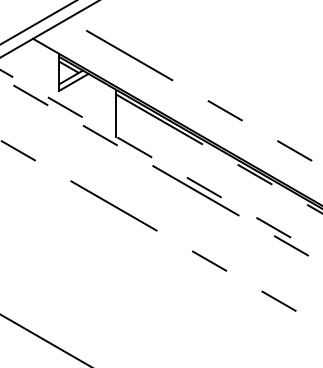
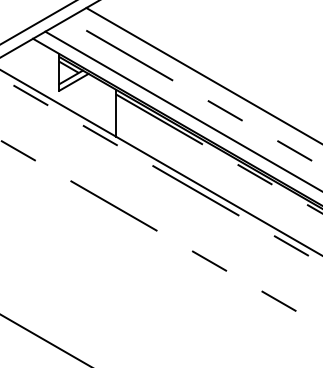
line at (202, 75): none -> present
line at (182, 110): none -> present
line at (161, 163): dashed -> solid
